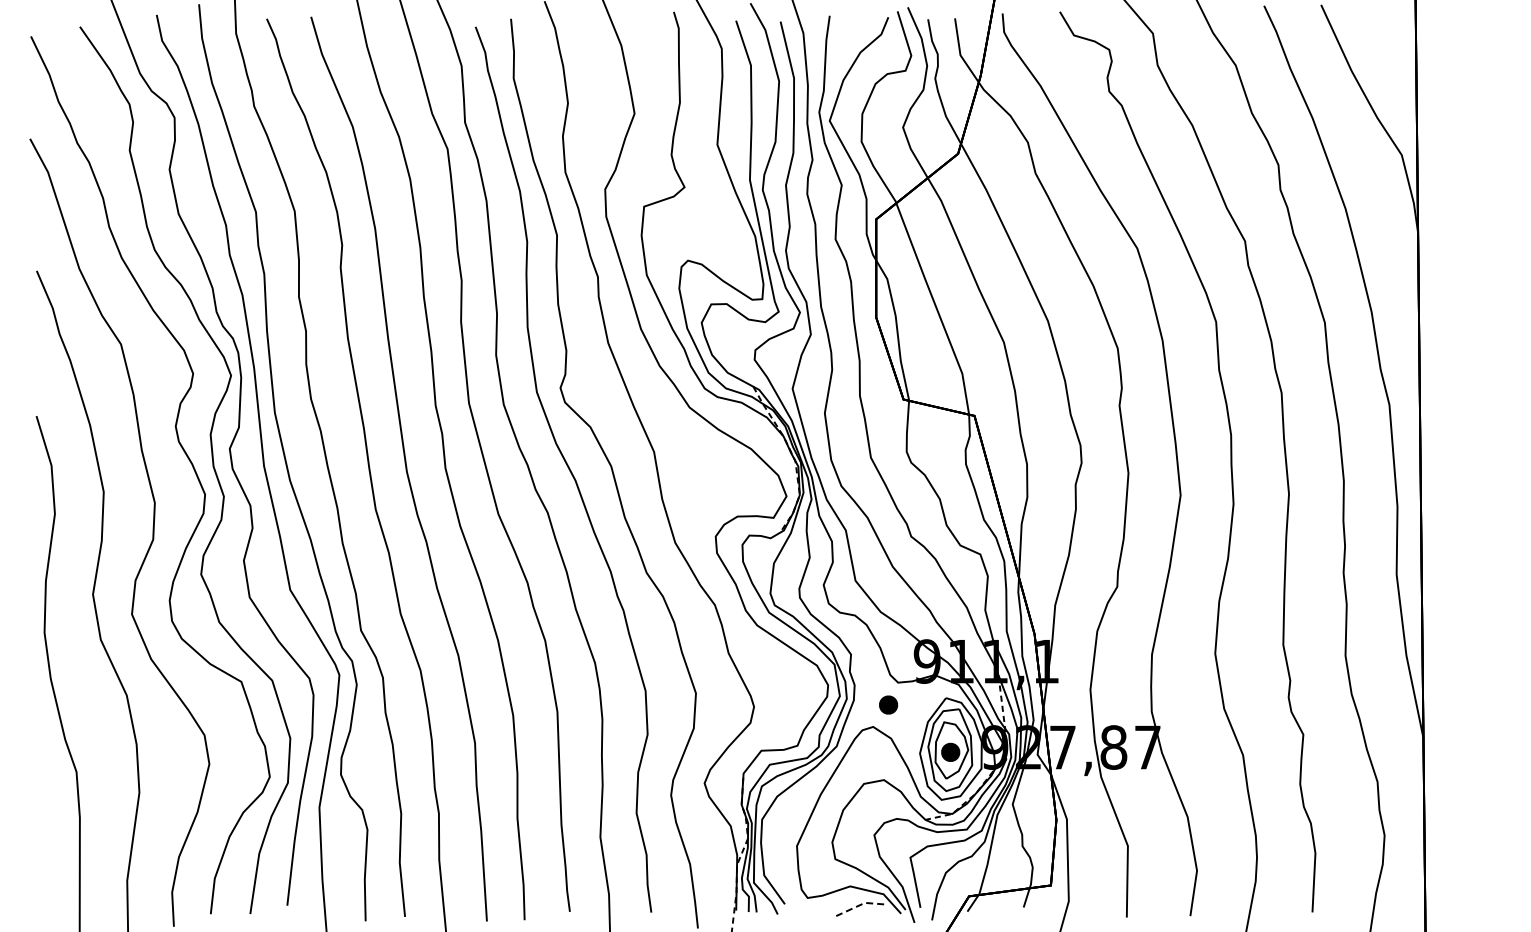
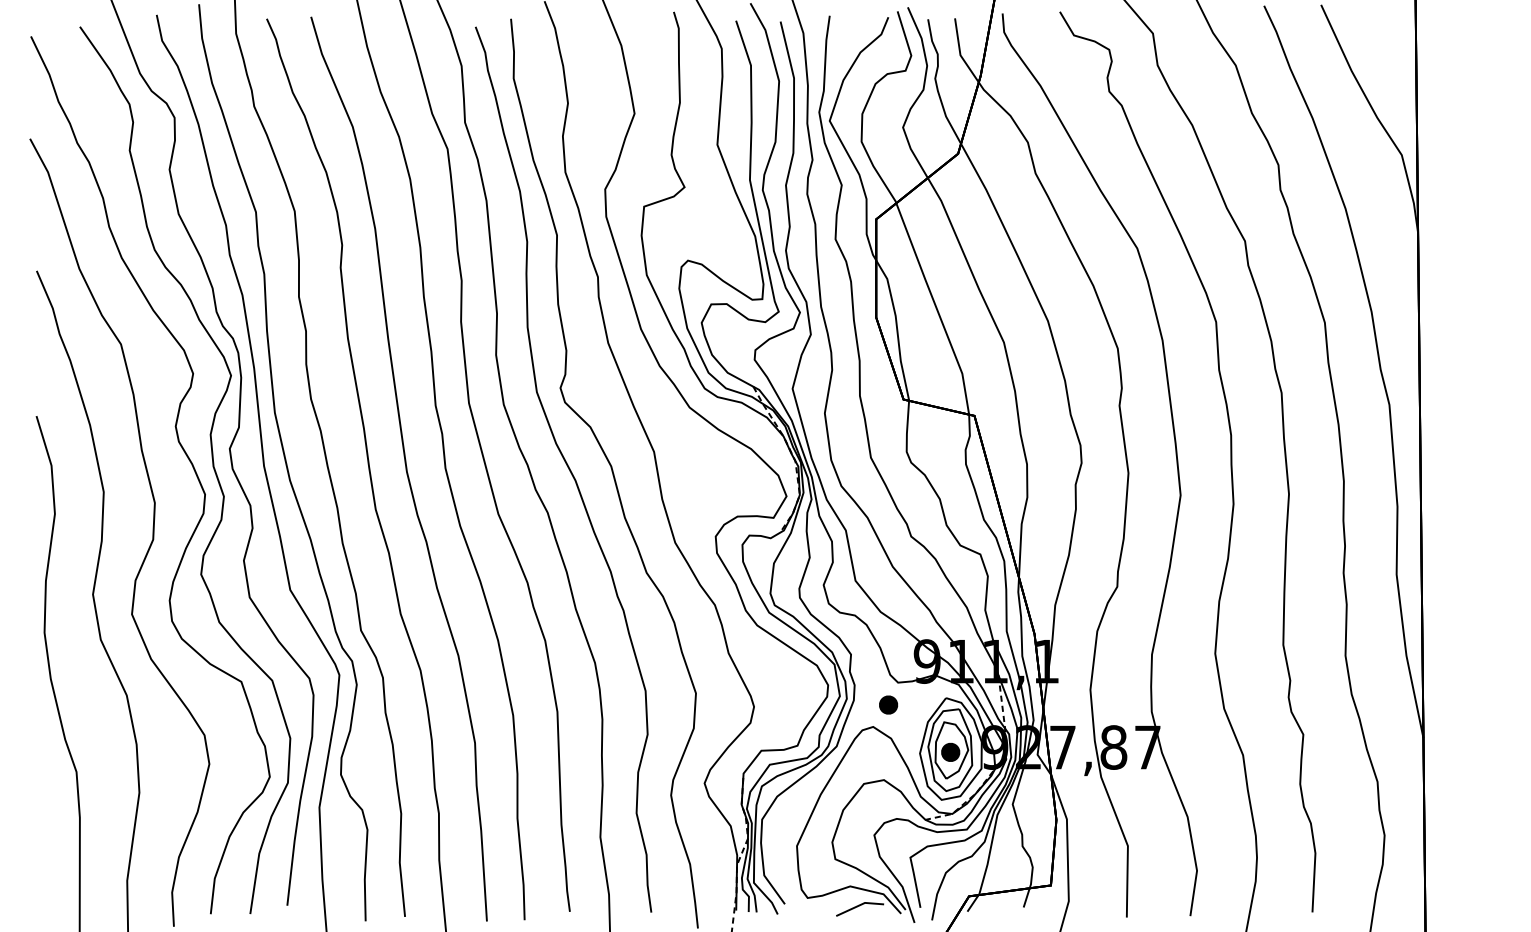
line at (859, 905): dashed -> solid
